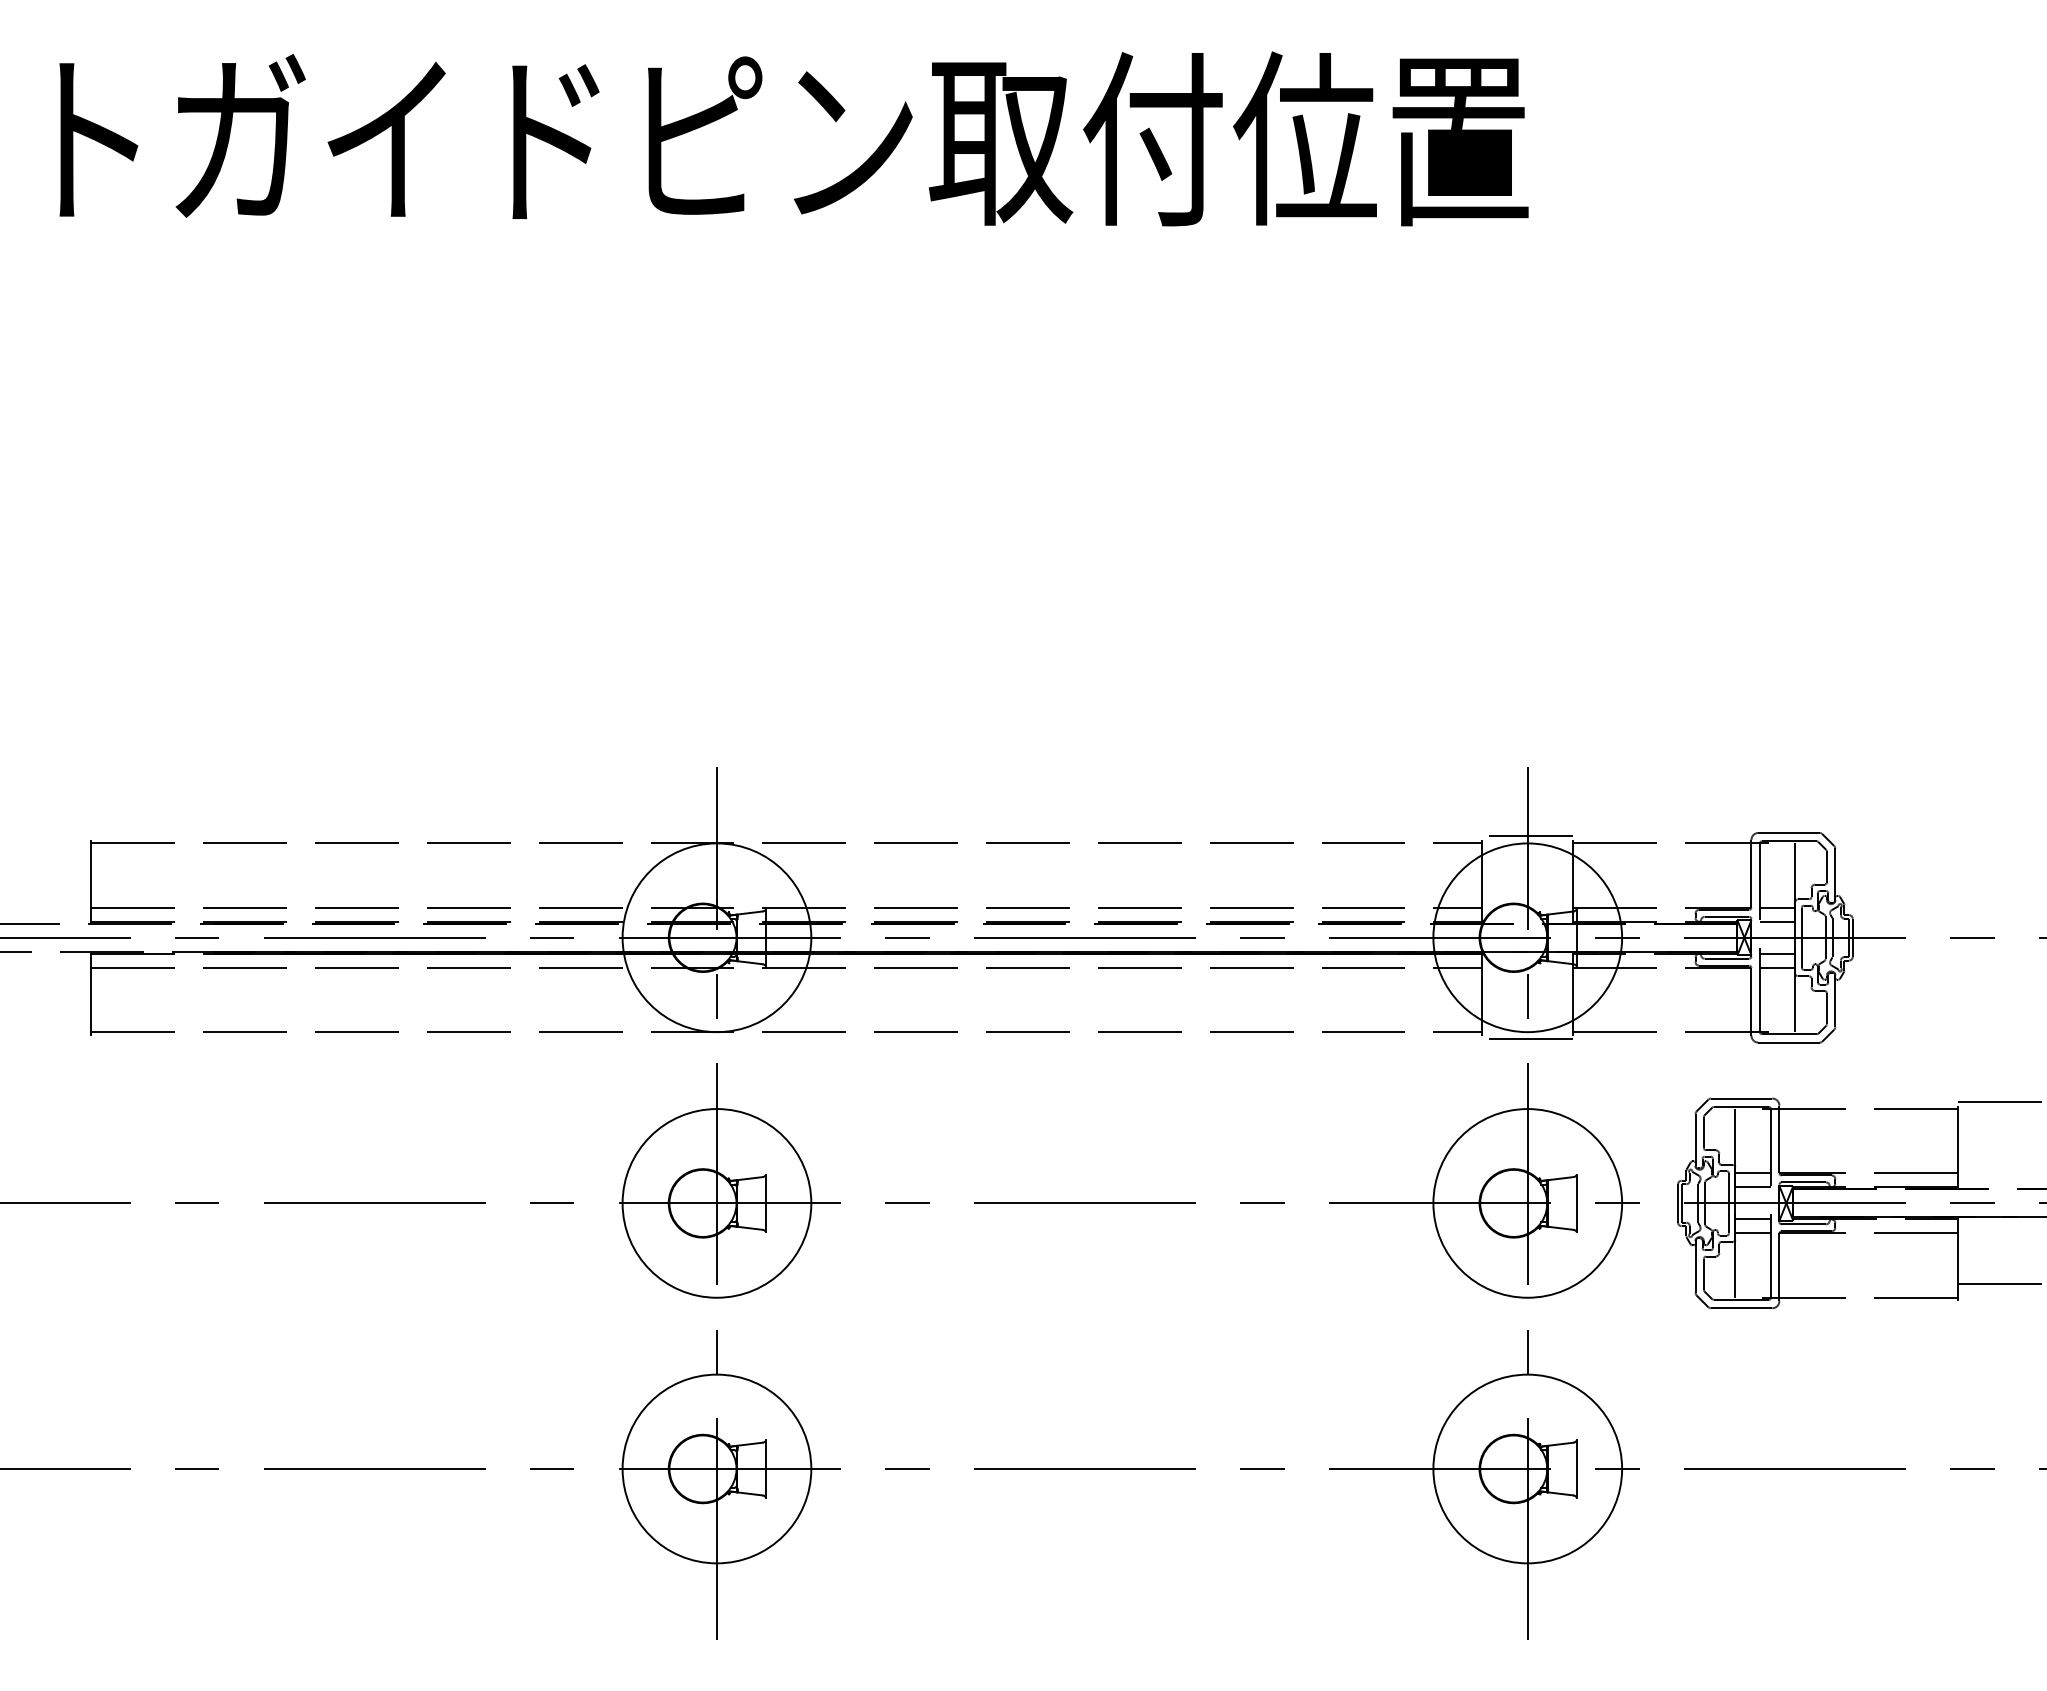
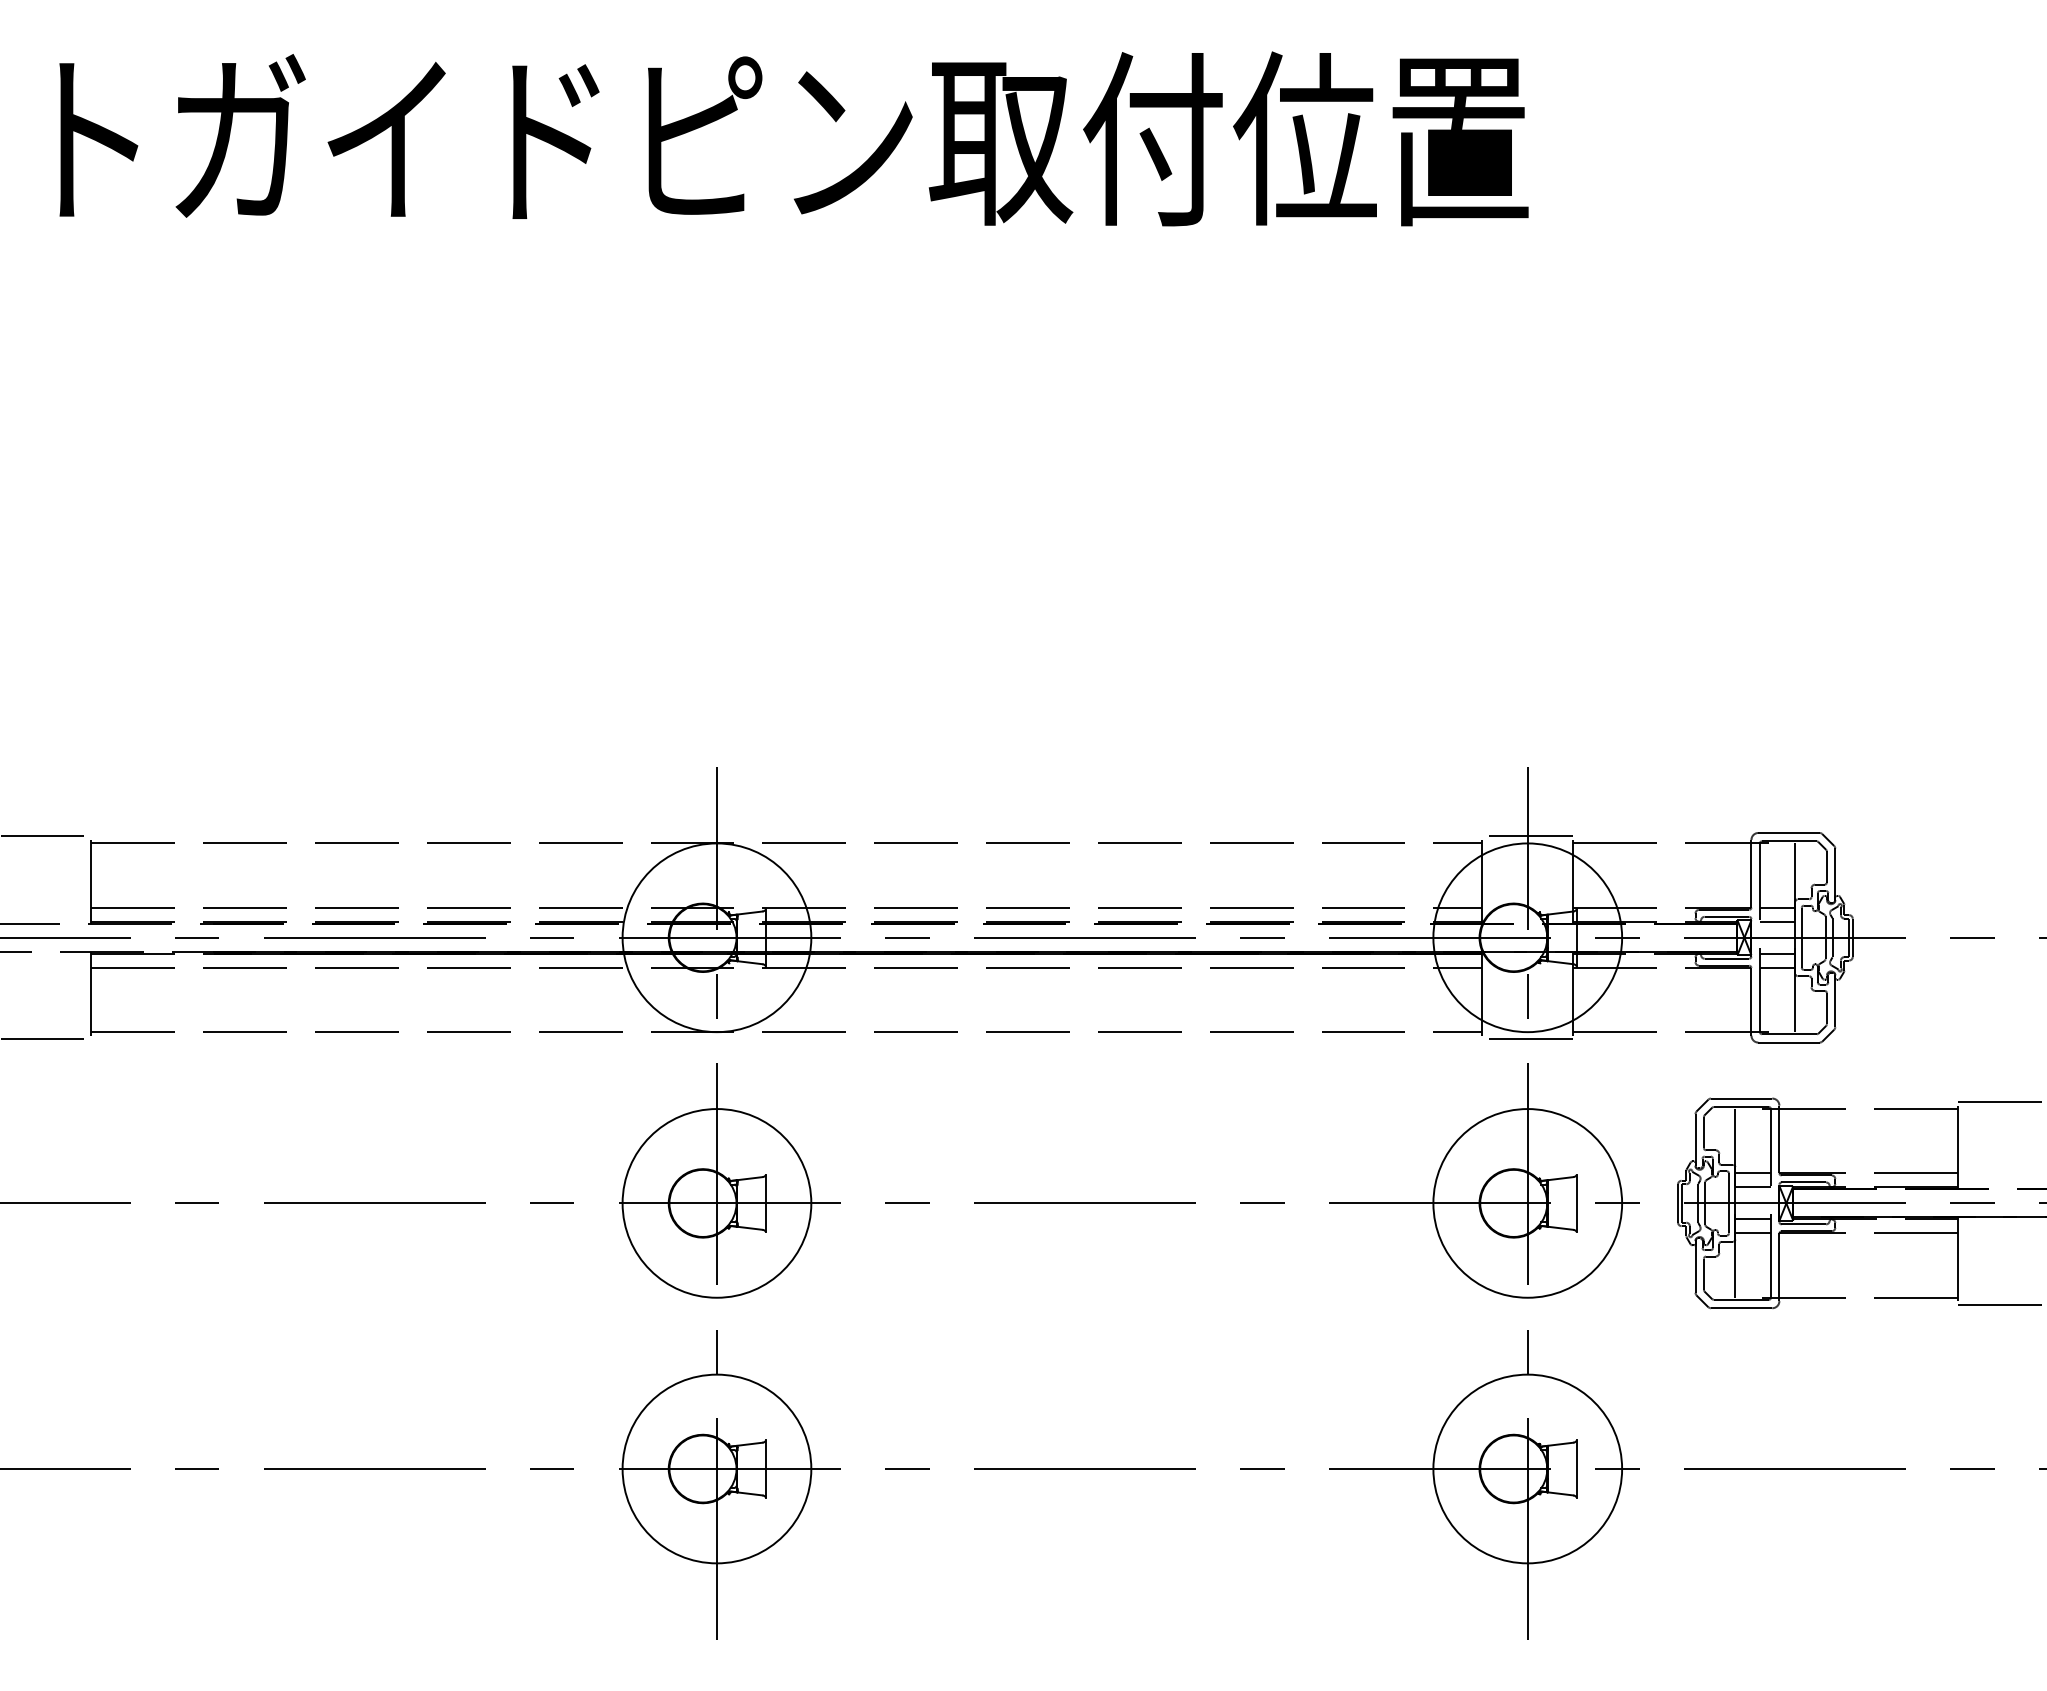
line at (46, 836): none -> present
line at (46, 1039): none -> present
line at (2000, 1283) position: (2000, 1283) -> (2000, 1304)
